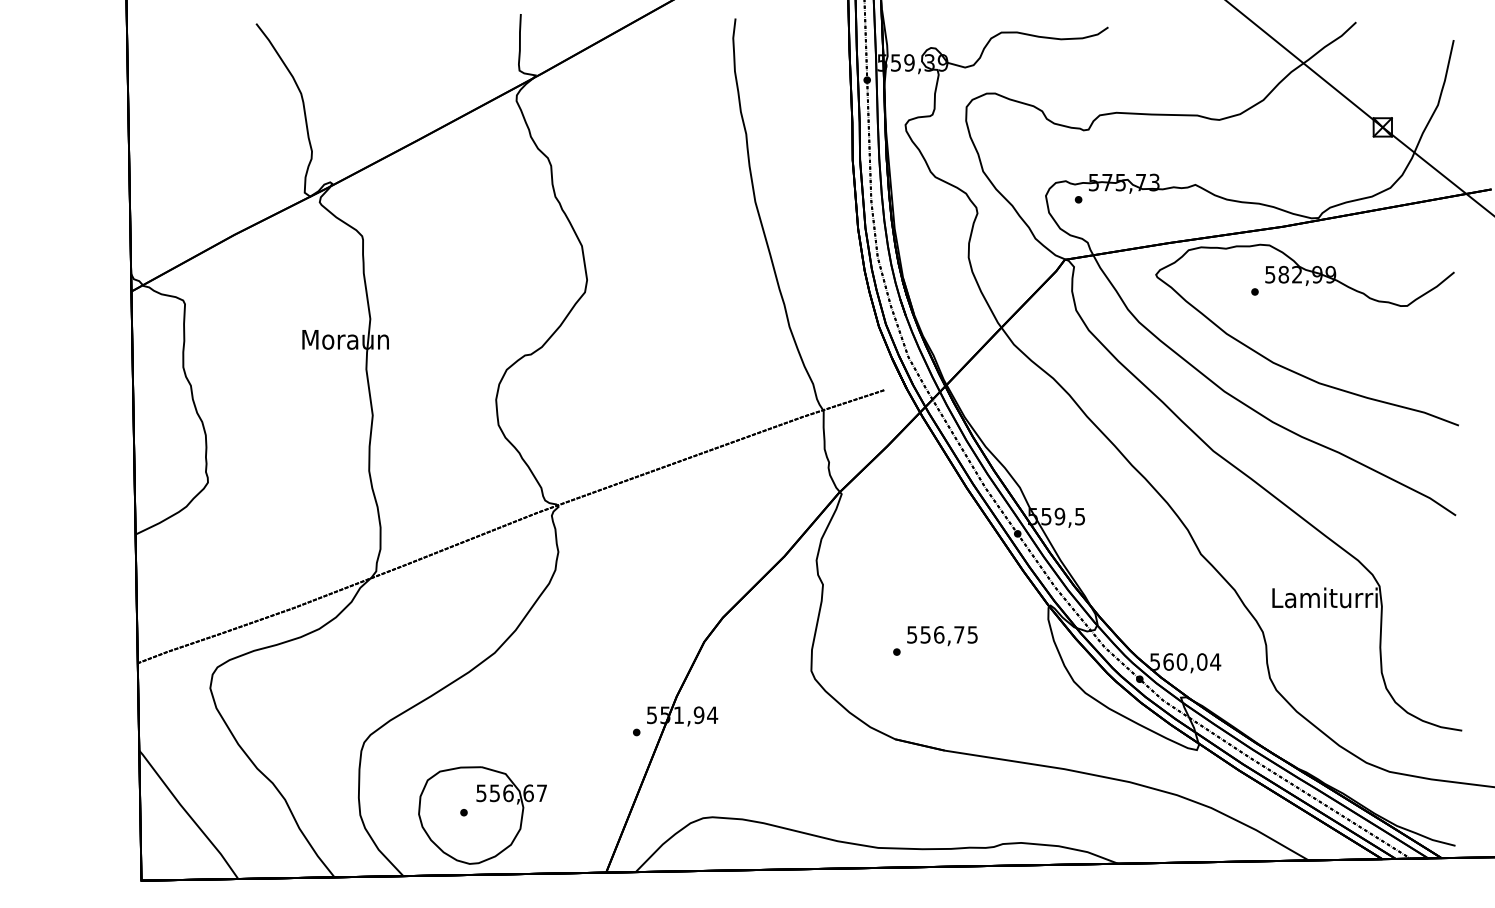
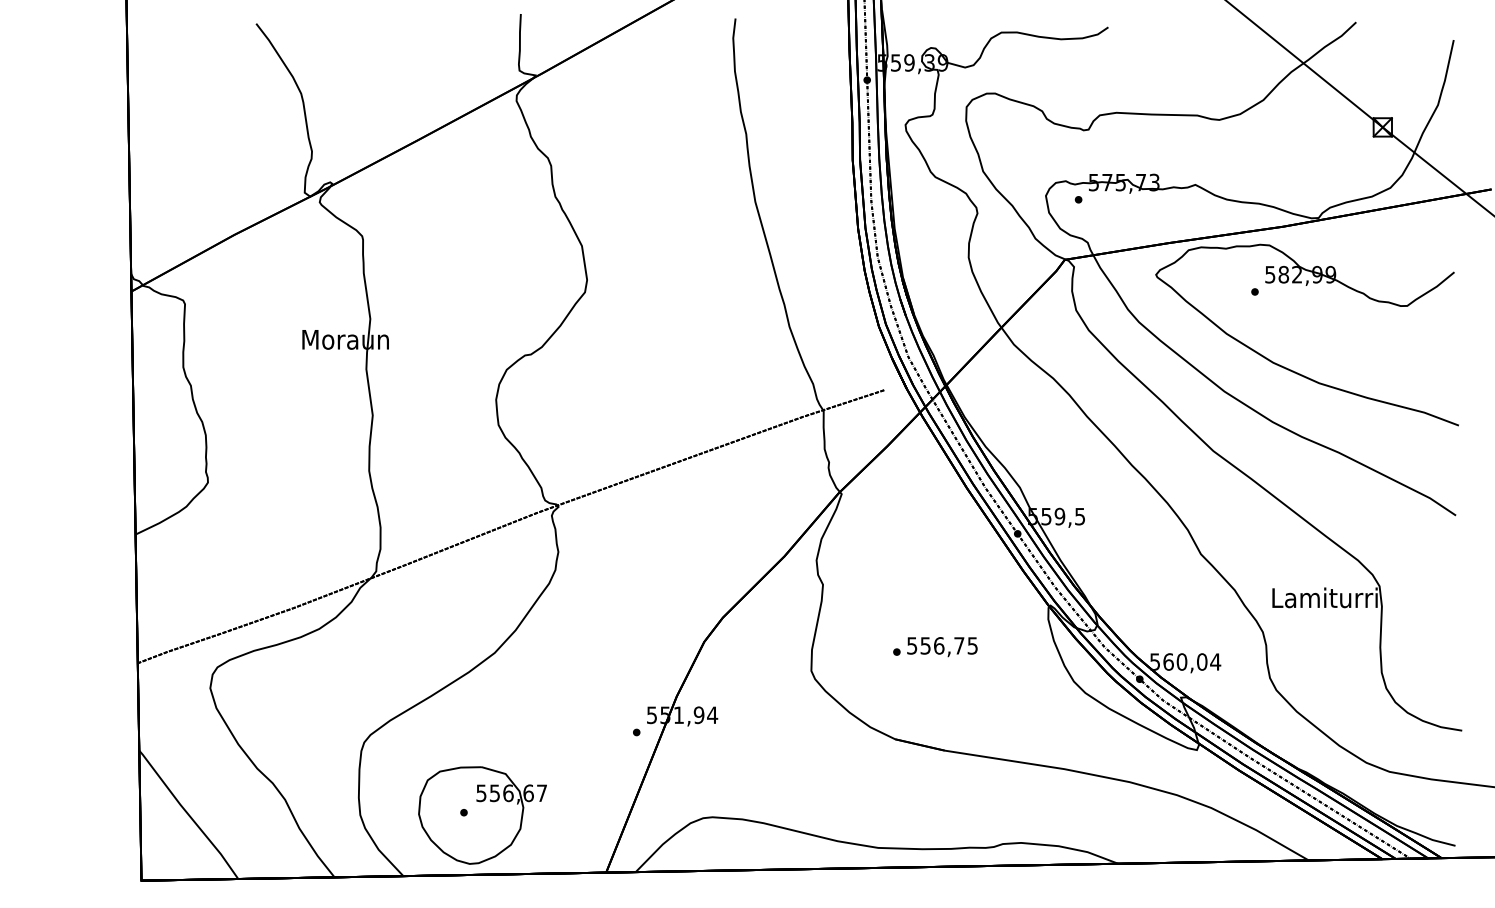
text at (942, 636) position: (942, 636) -> (942, 647)
